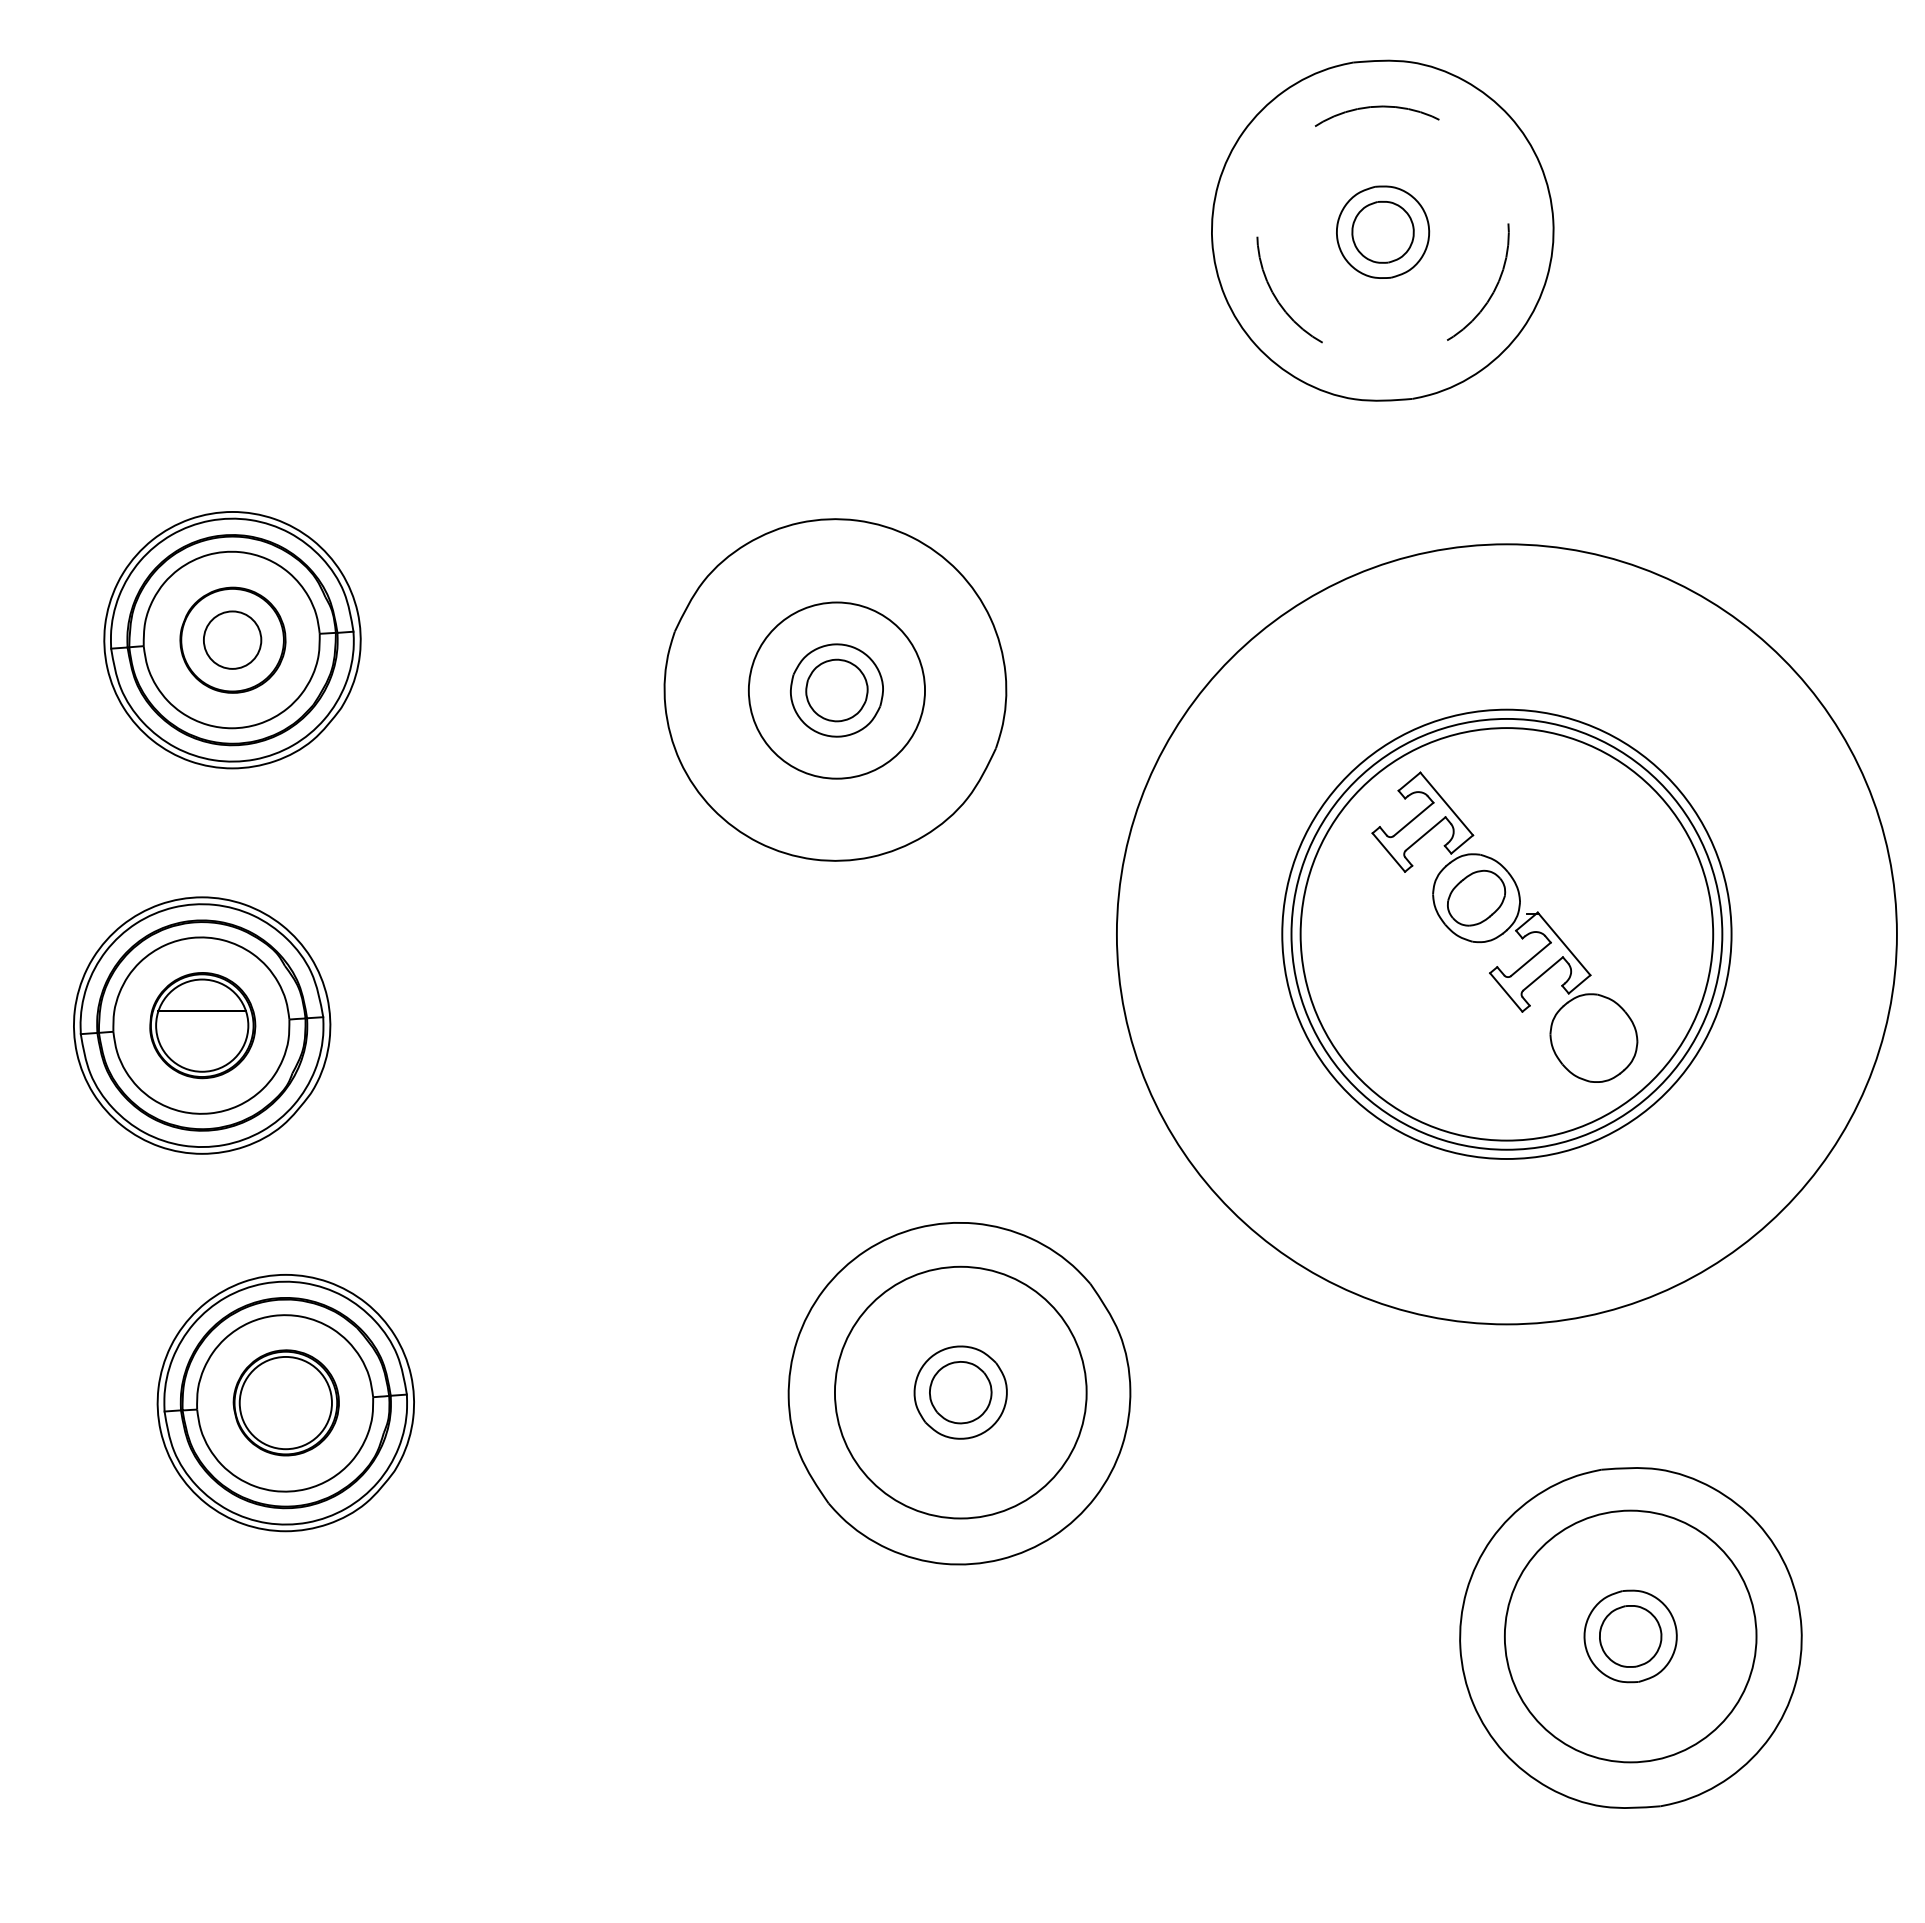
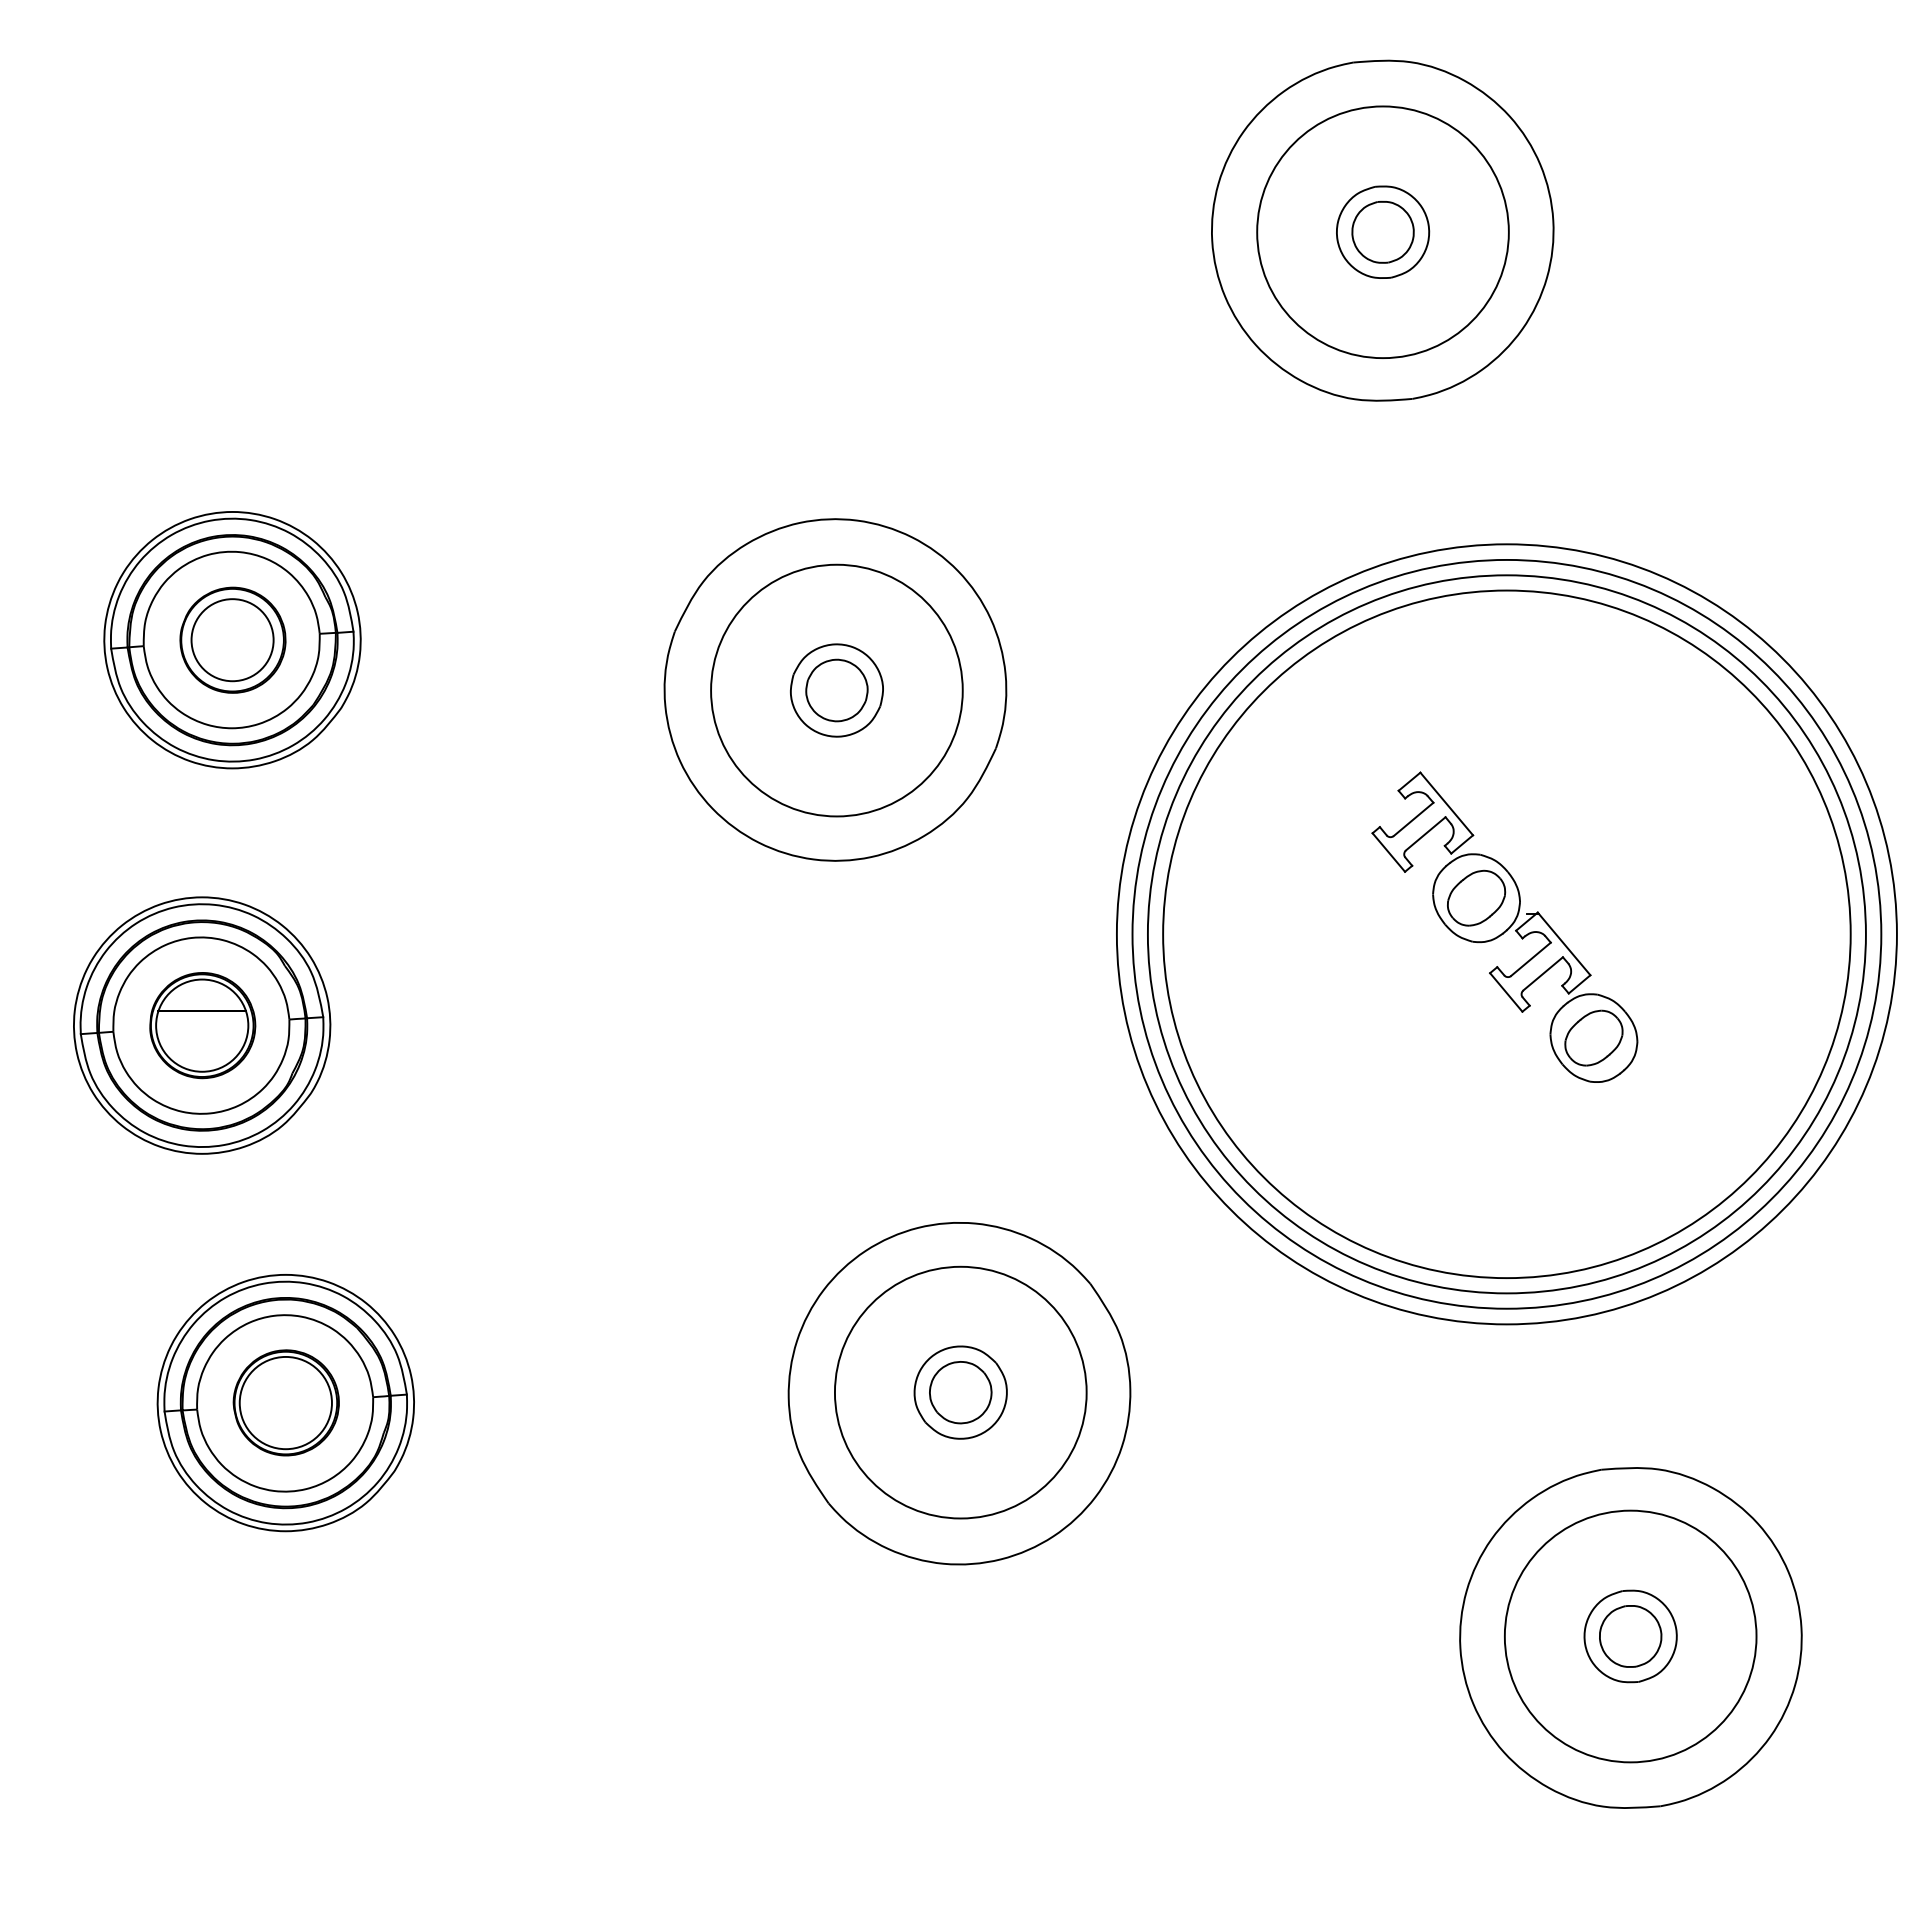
circle at (1382, 232): dashed -> solid
circle at (232, 639) diameter: 57 px -> 82 px
circle at (836, 690) diameter: 176 px -> 252 px
circle at (1506, 933) diameter: 431 px -> 718 px
circle at (1506, 933) diameter: 449 px -> 749 px
circle at (1506, 934) diameter: 413 px -> 688 px
part at (1593, 1037): none -> present
